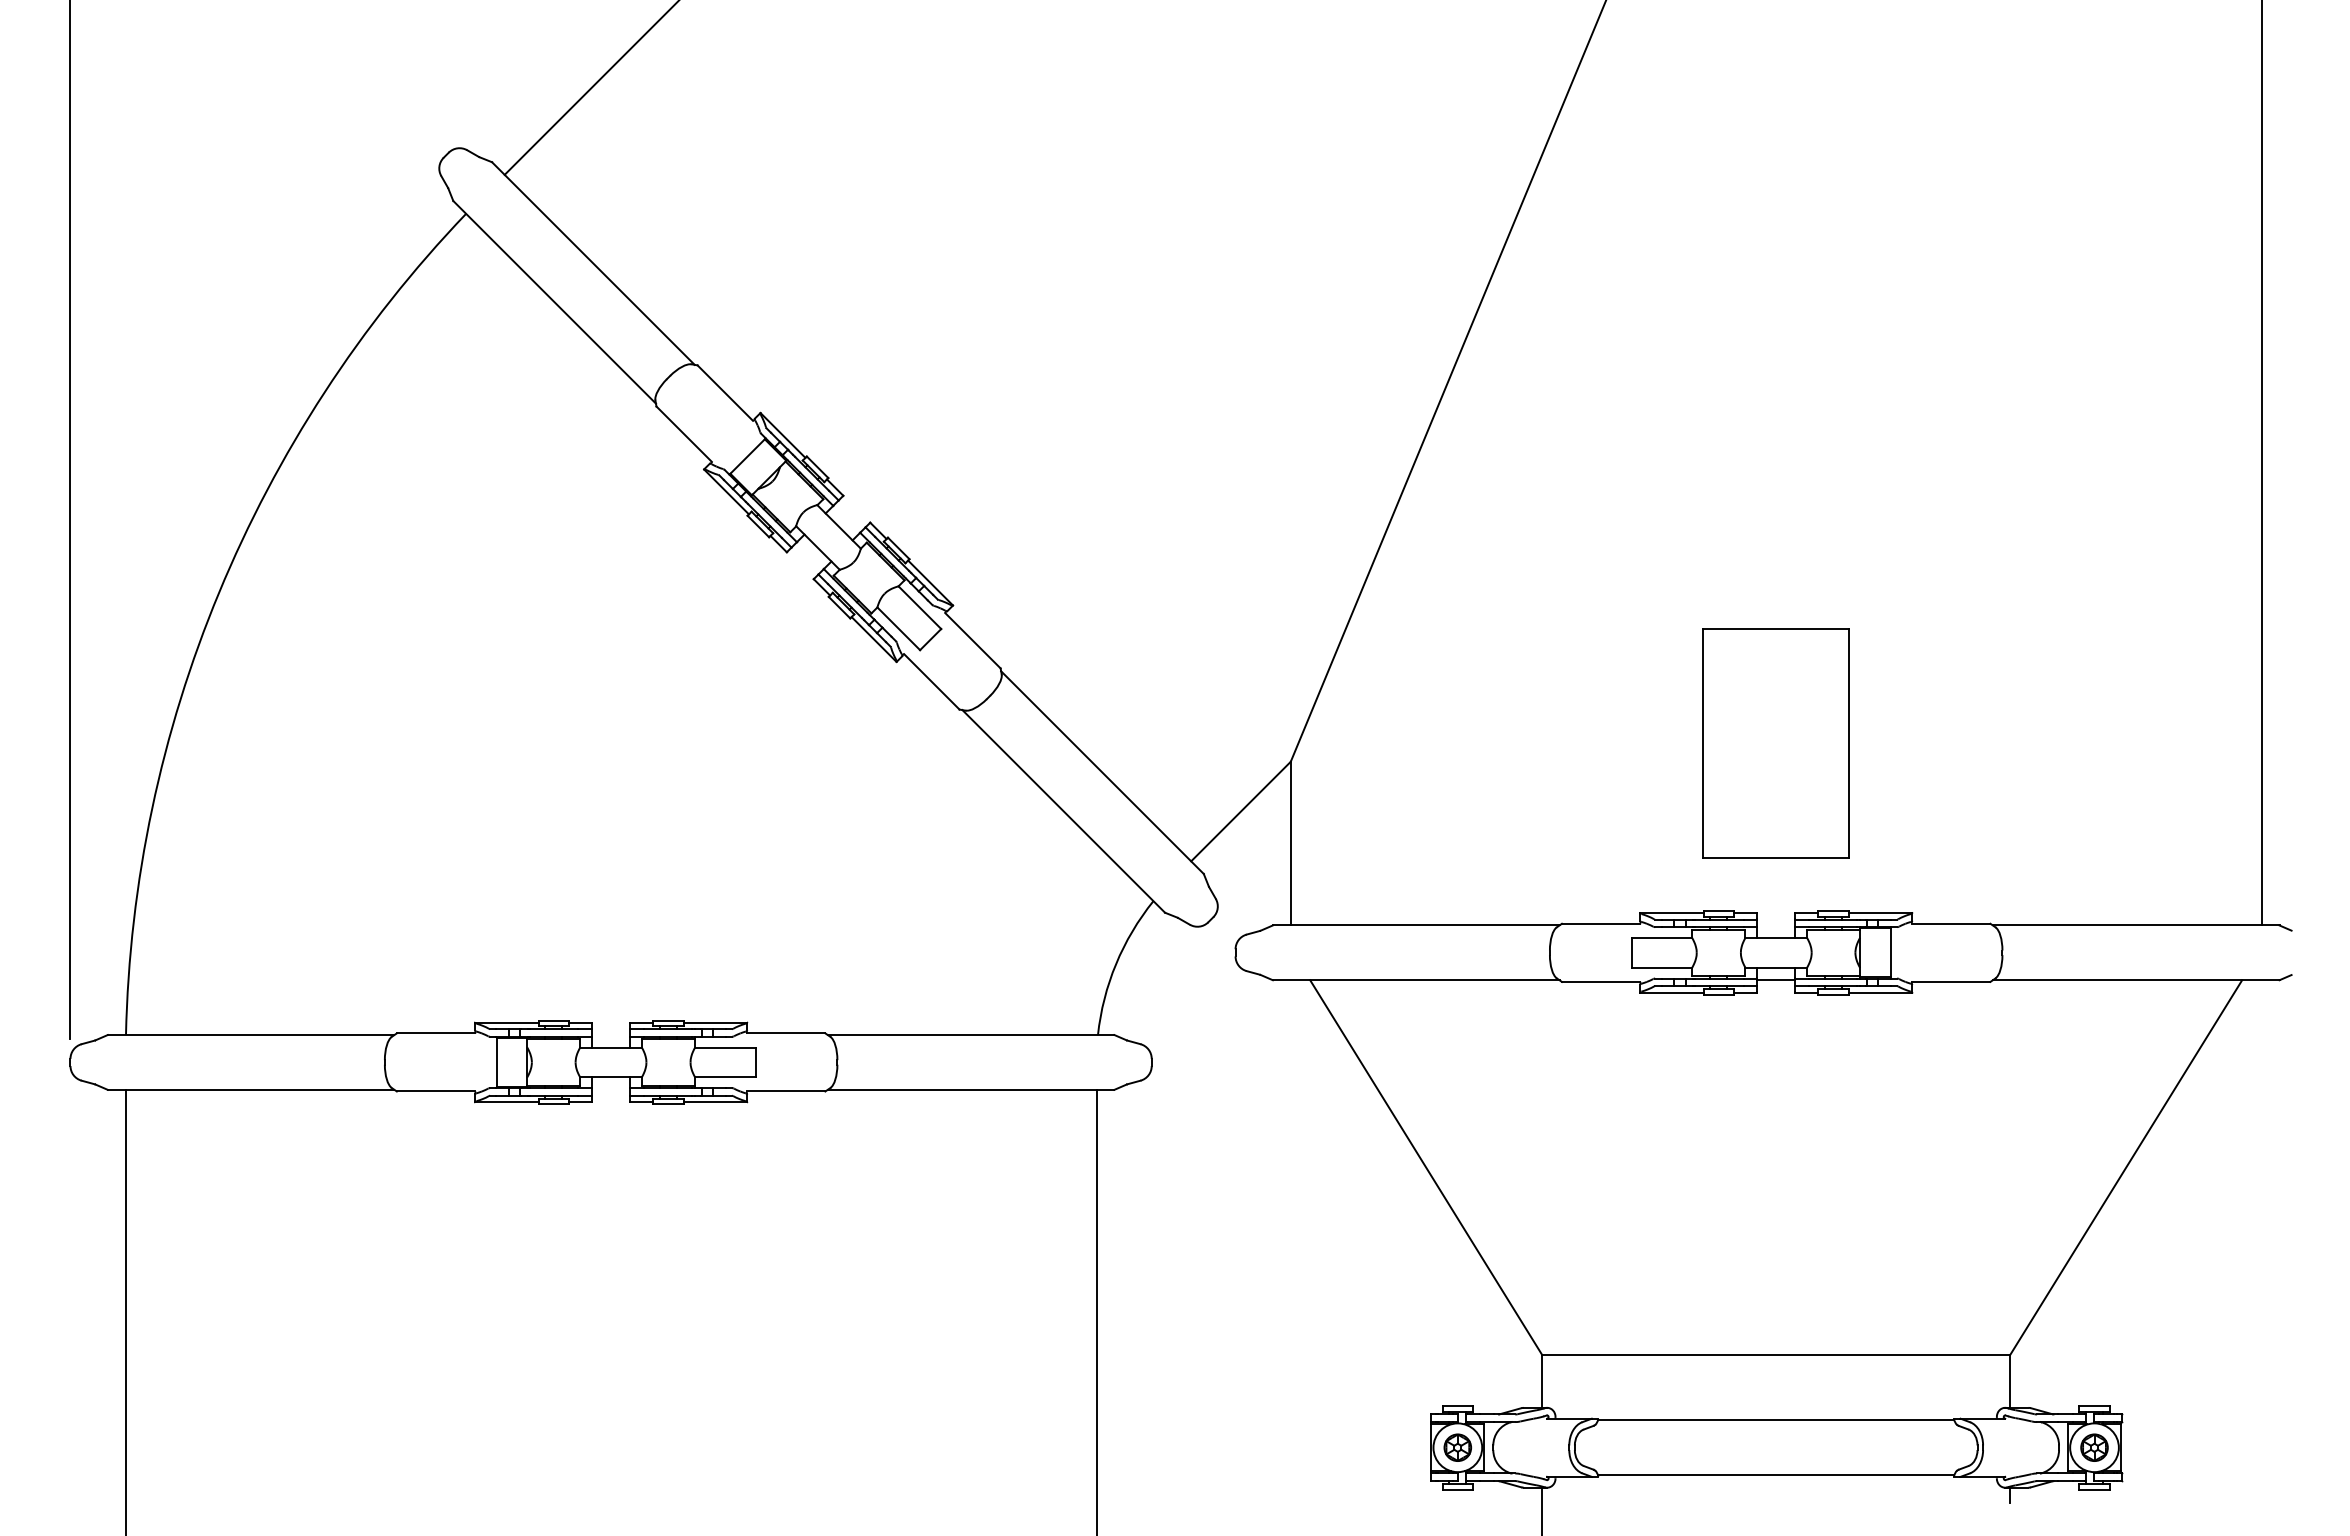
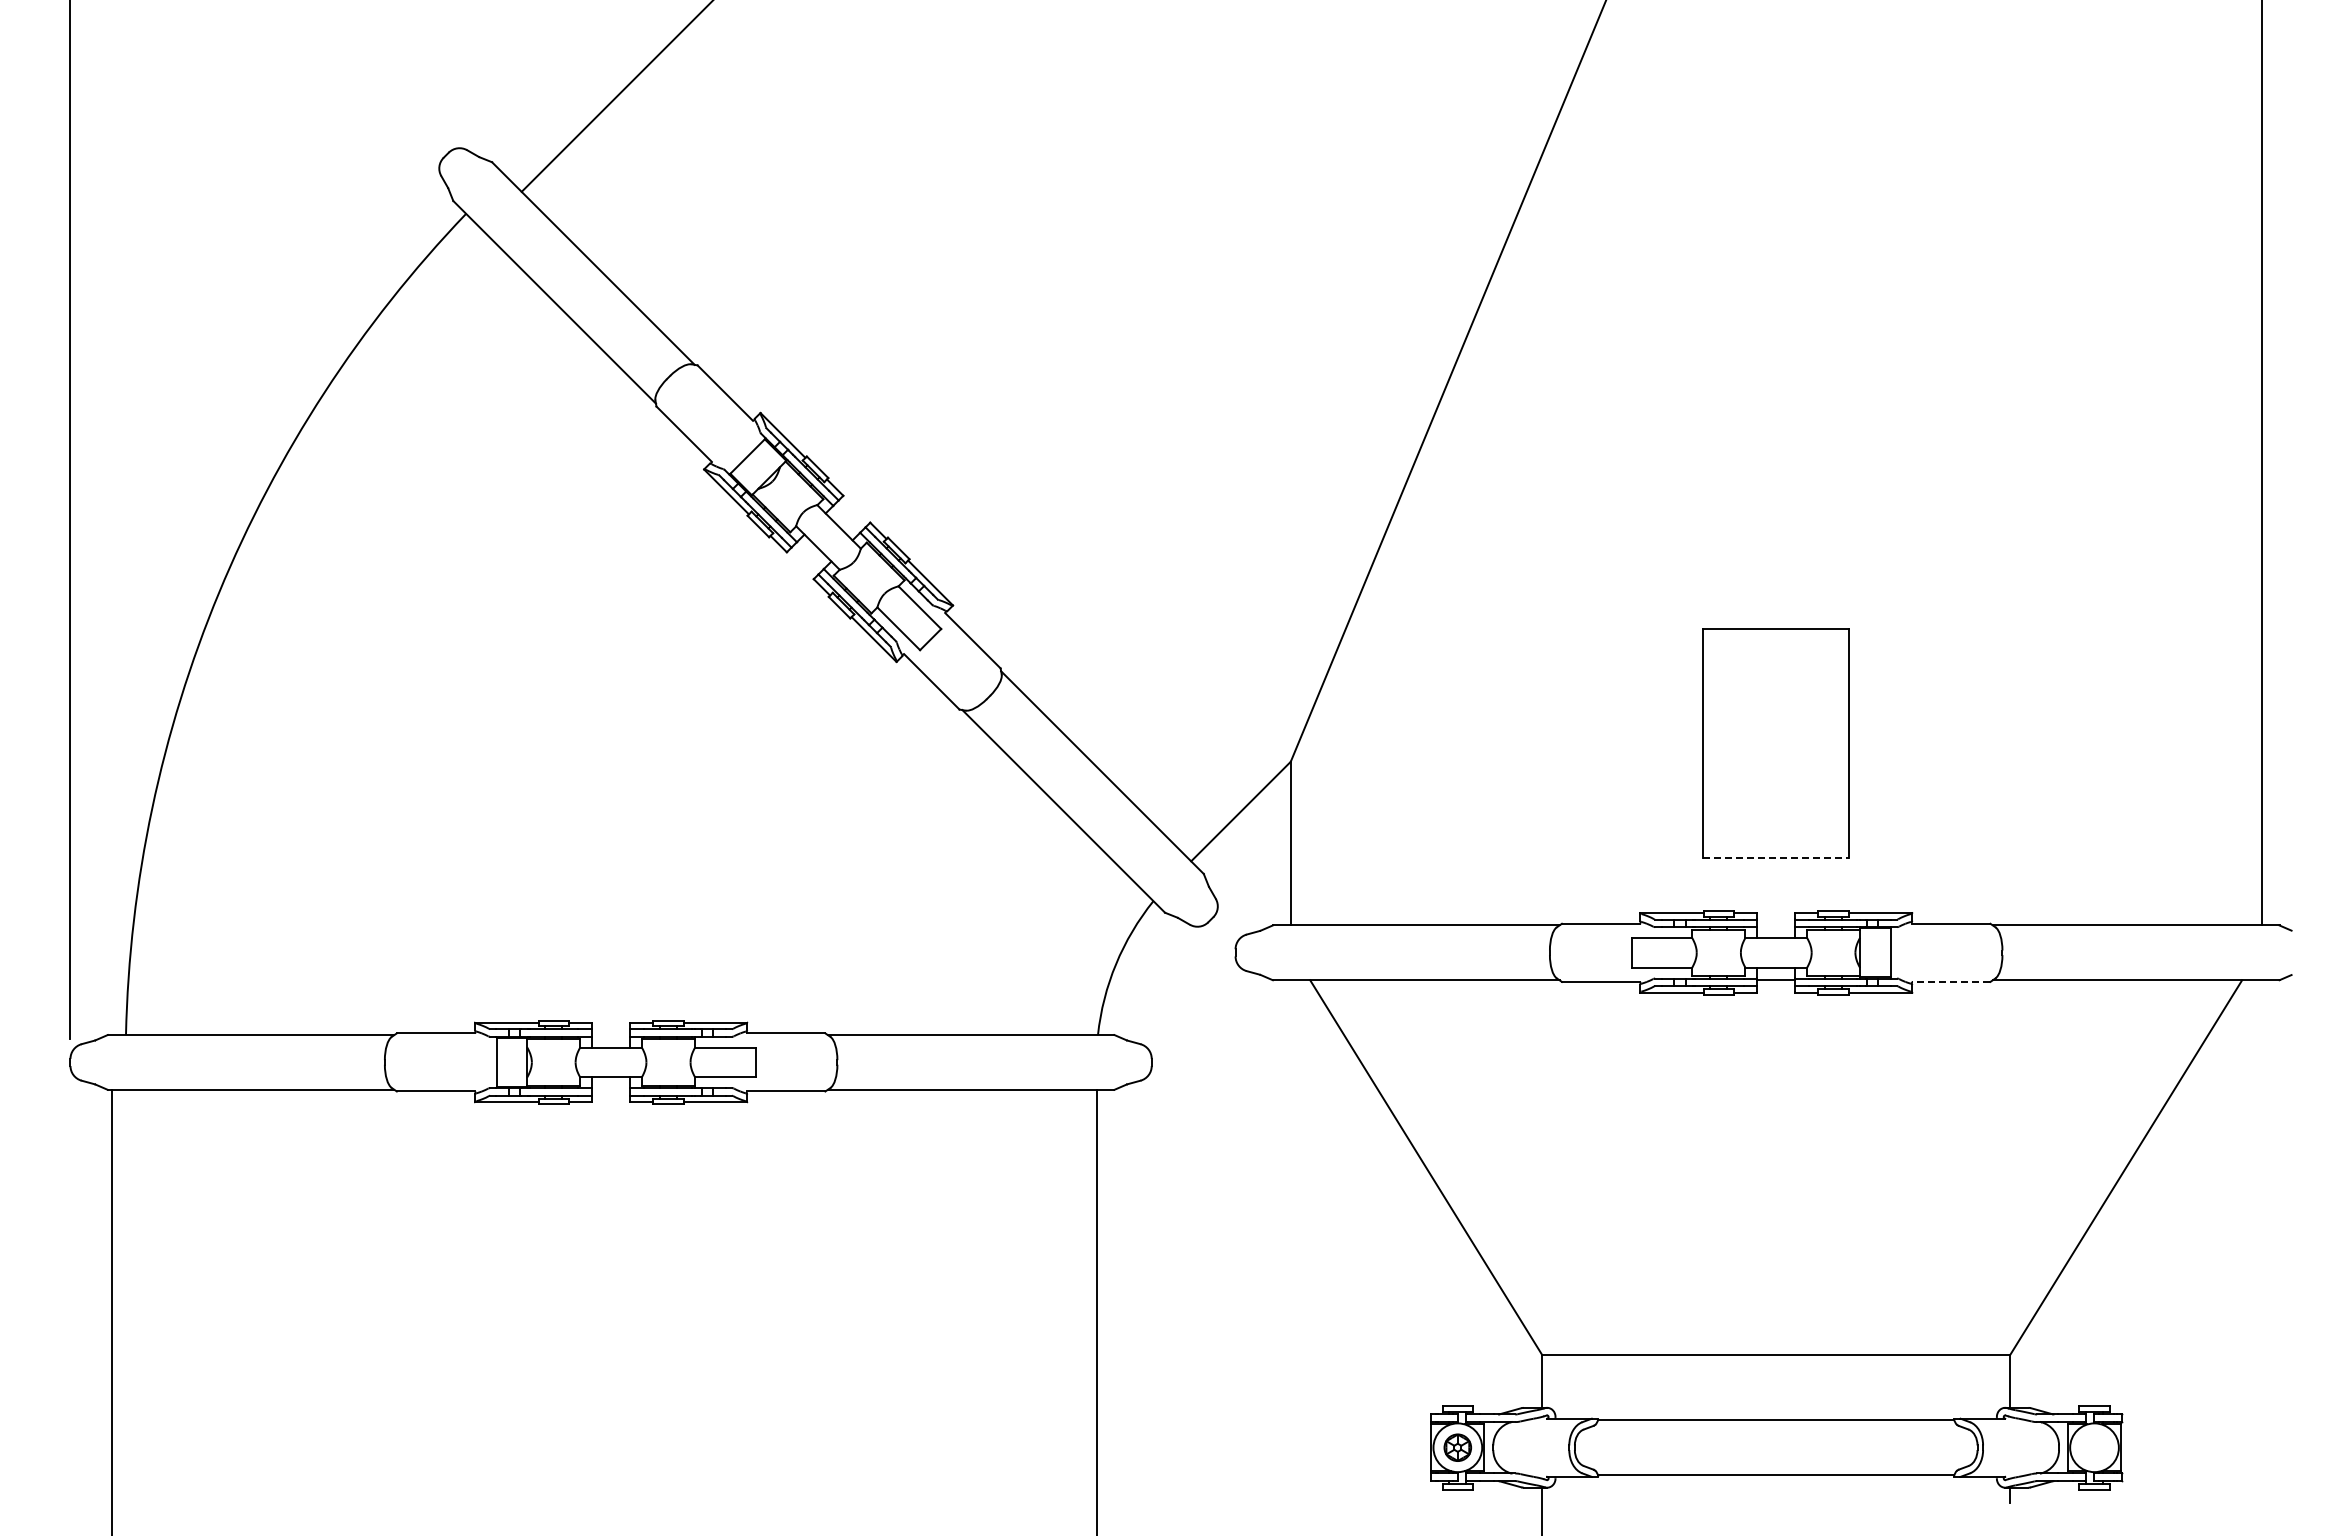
line at (590, 88) position: (590, 88) -> (616, 96)
line at (1776, 857): solid -> dashed
line at (1950, 981): solid -> dashed
line at (125, 1310) position: (125, 1310) -> (111, 1310)
part at (2094, 1447): present -> none
